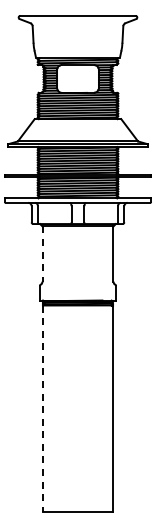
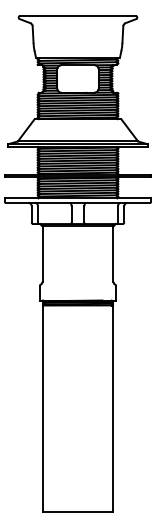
line at (42, 254): dashed -> solid
line at (43, 409): dashed -> solid
